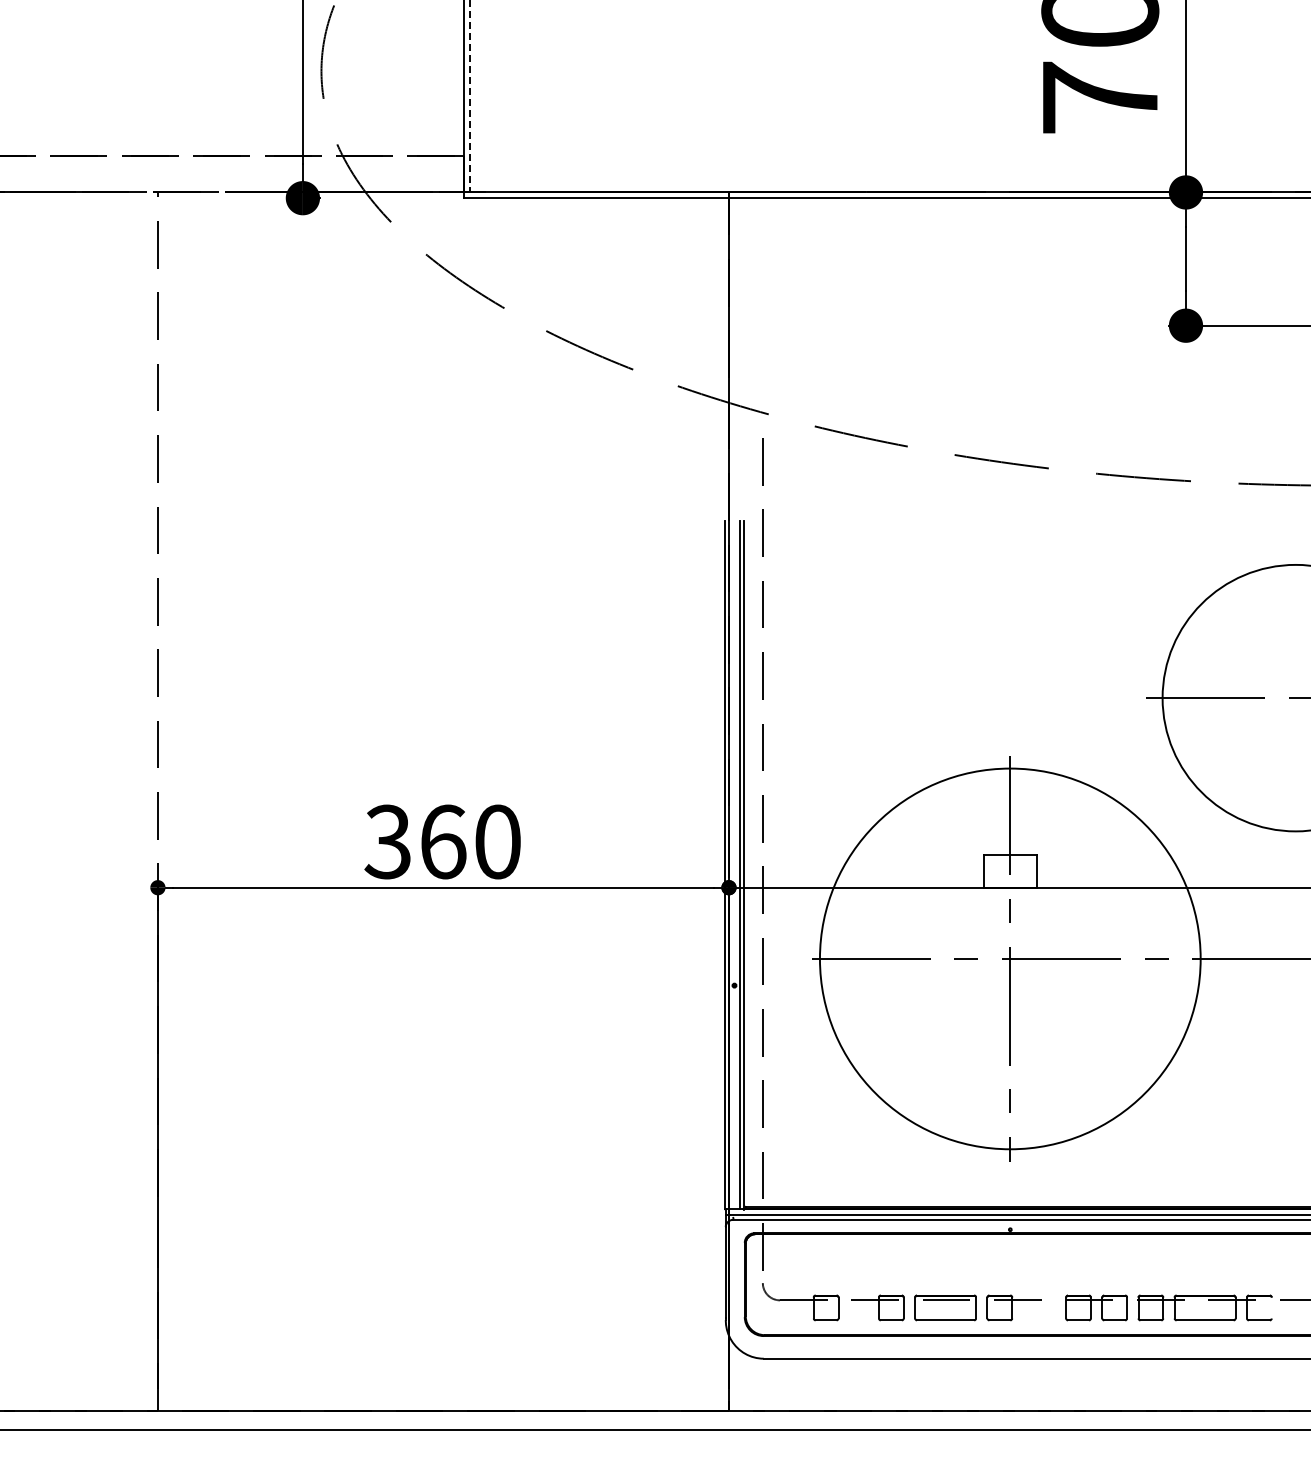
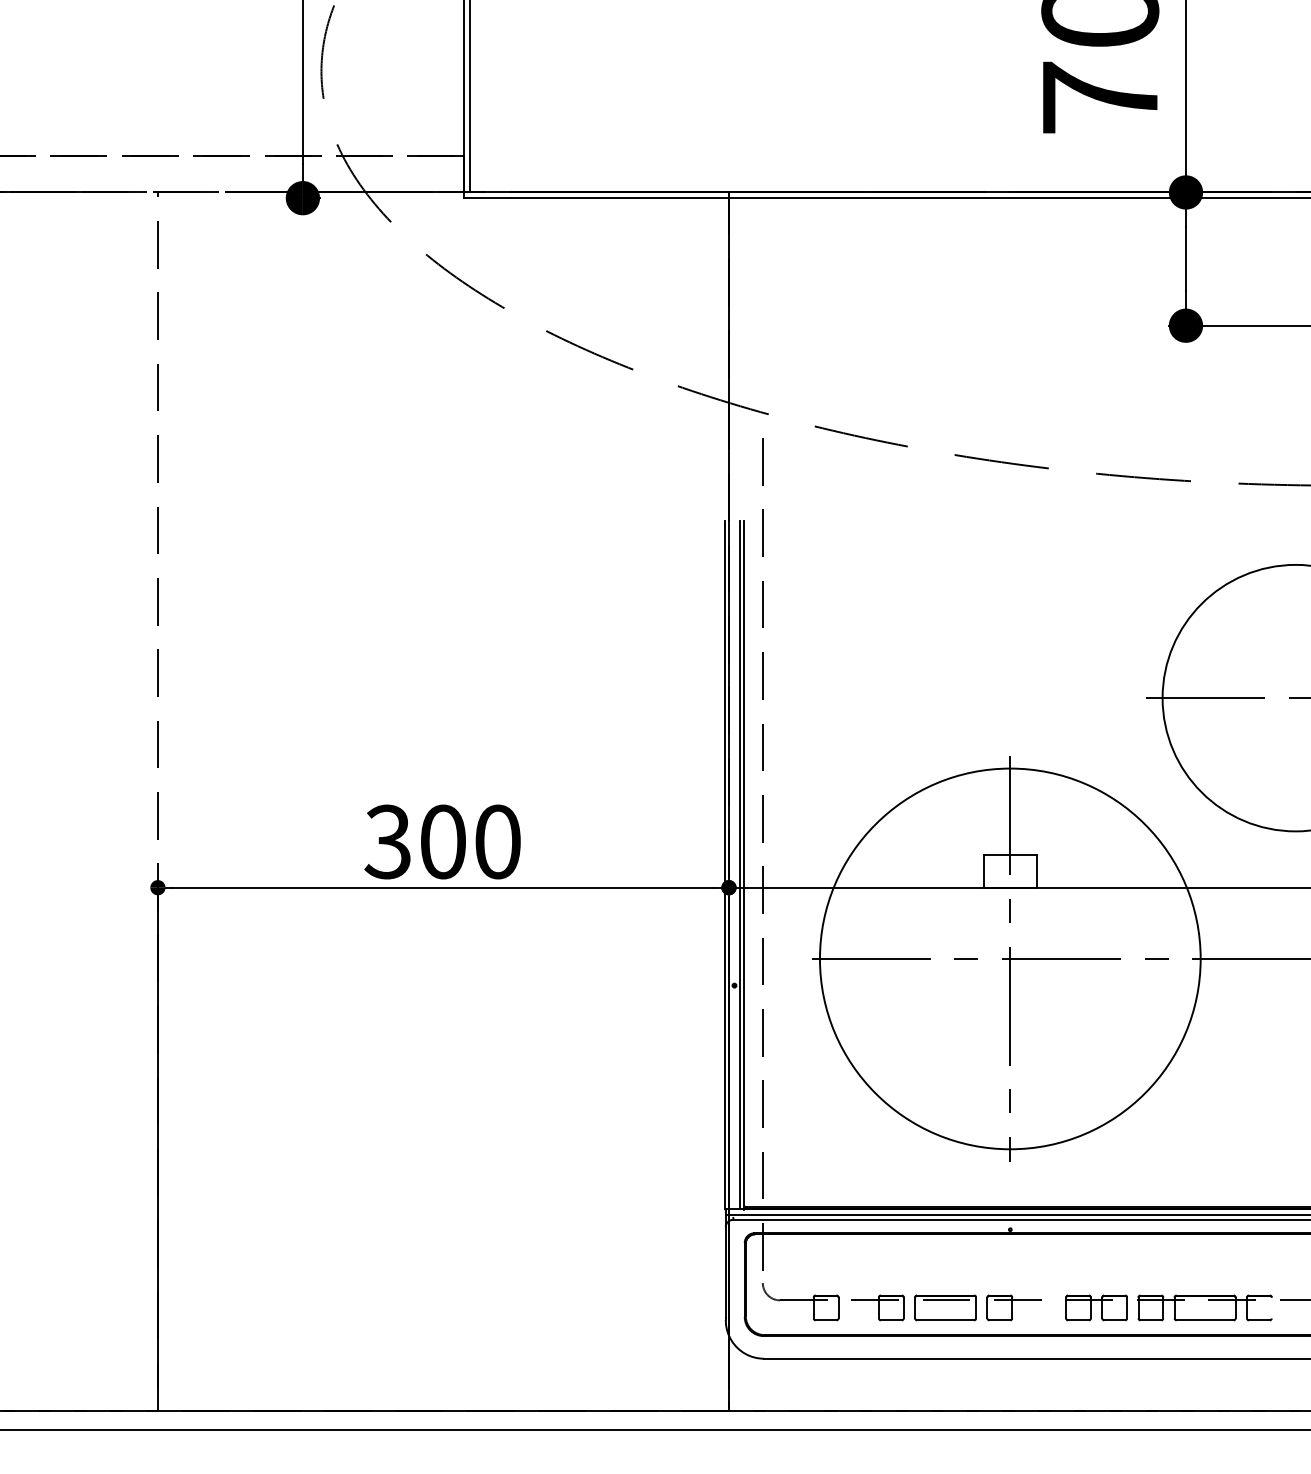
line at (470, 96): dashed -> solid
text at (443, 841): 360 -> 300
